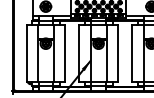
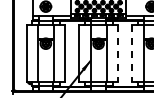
line at (117, 53): solid -> dashed
line at (132, 53): solid -> dashed
